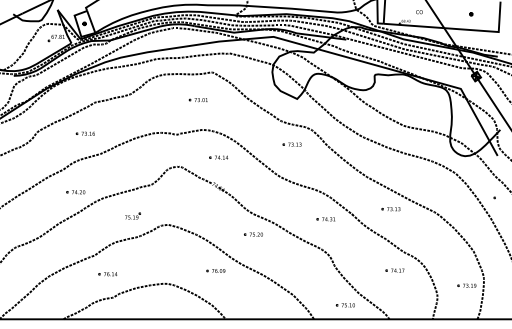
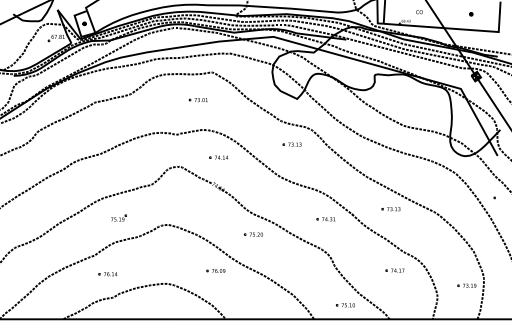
part at (84, 133): present -> none
part at (75, 192): present -> none
part at (132, 215) position: (132, 215) -> (118, 217)
